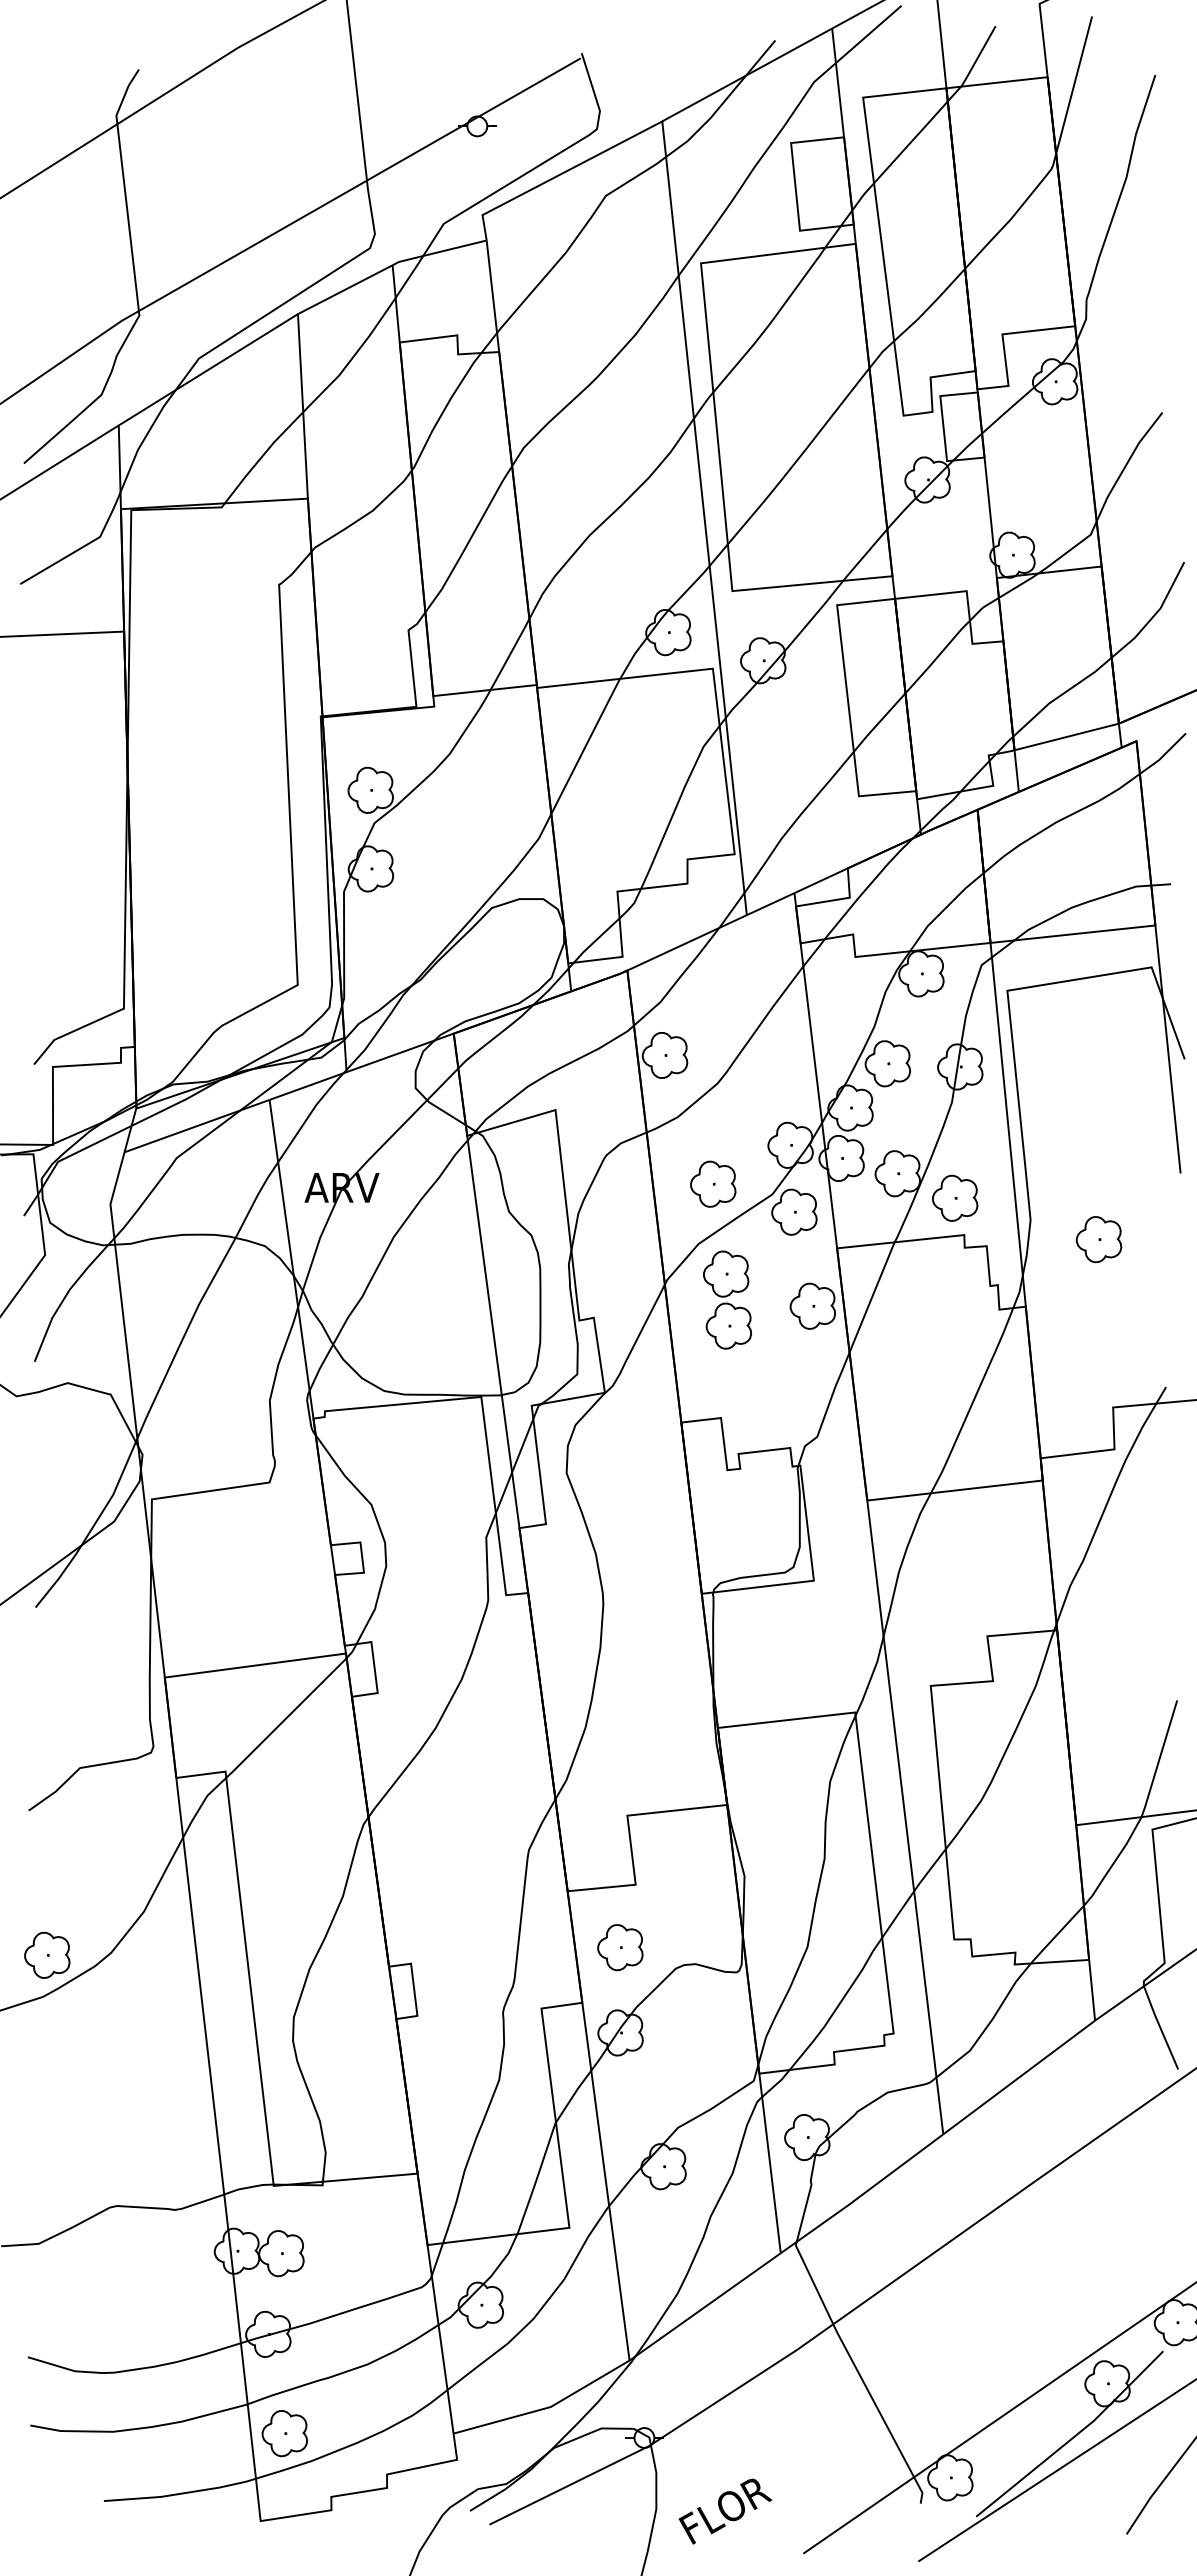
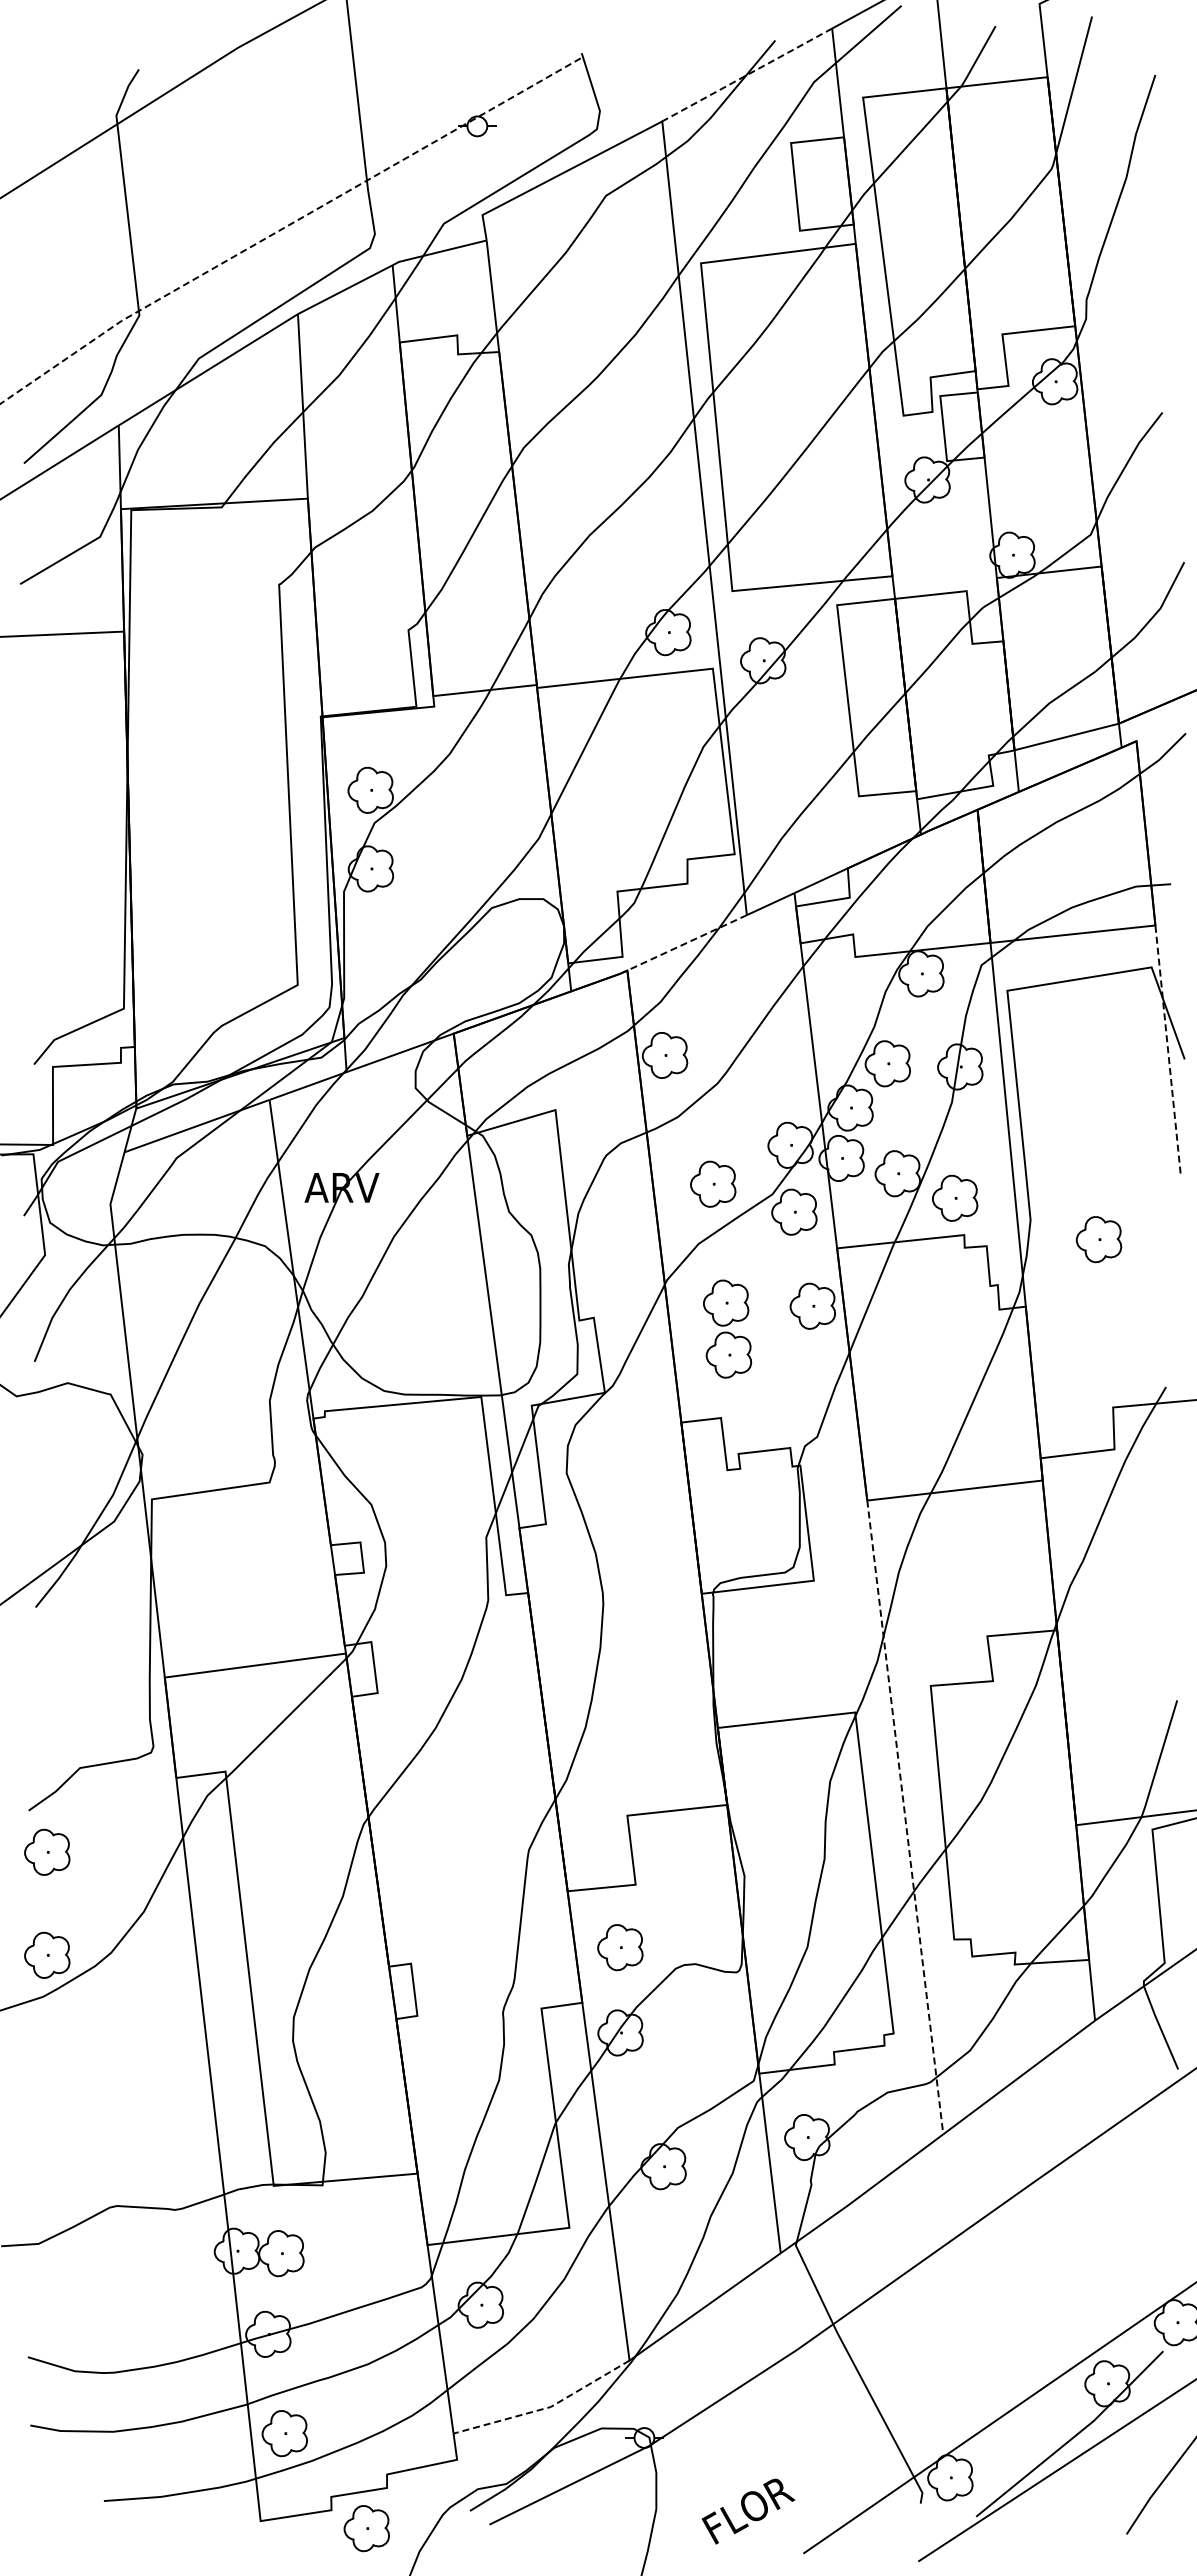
line at (746, 75): solid -> dashed
line at (286, 226): solid -> dashed
line at (687, 942): solid -> dashed
line at (1168, 1049): solid -> dashed
part at (727, 1299) position: (727, 1299) -> (727, 1328)
line at (905, 1817): solid -> dashed
part at (47, 1851): none -> present
line at (546, 2408): solid -> dashed
text at (725, 2511) position: (725, 2511) -> (748, 2511)
part at (366, 2528): none -> present
